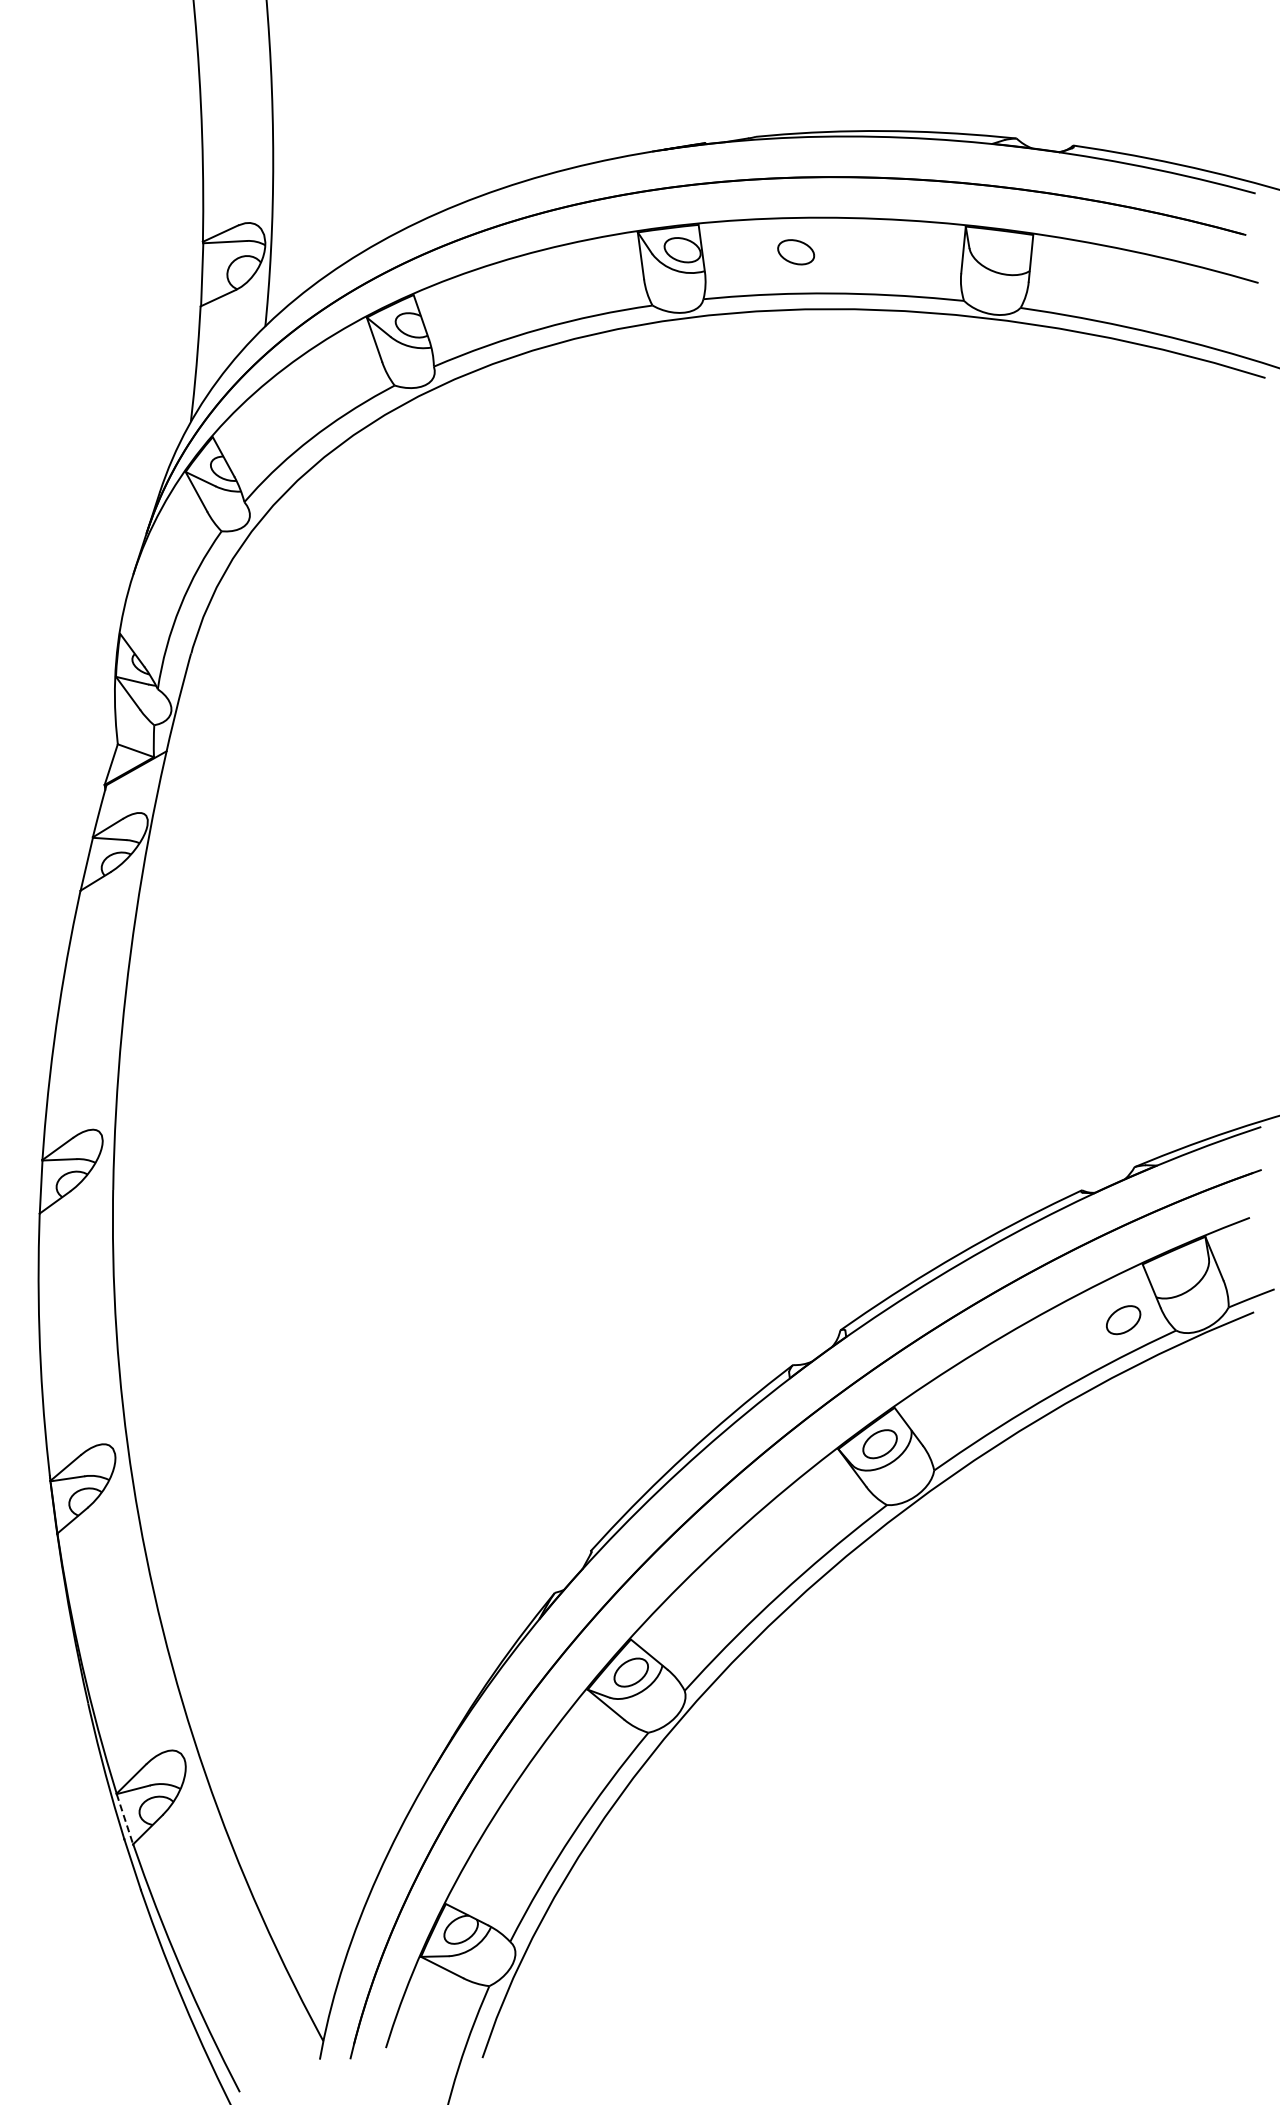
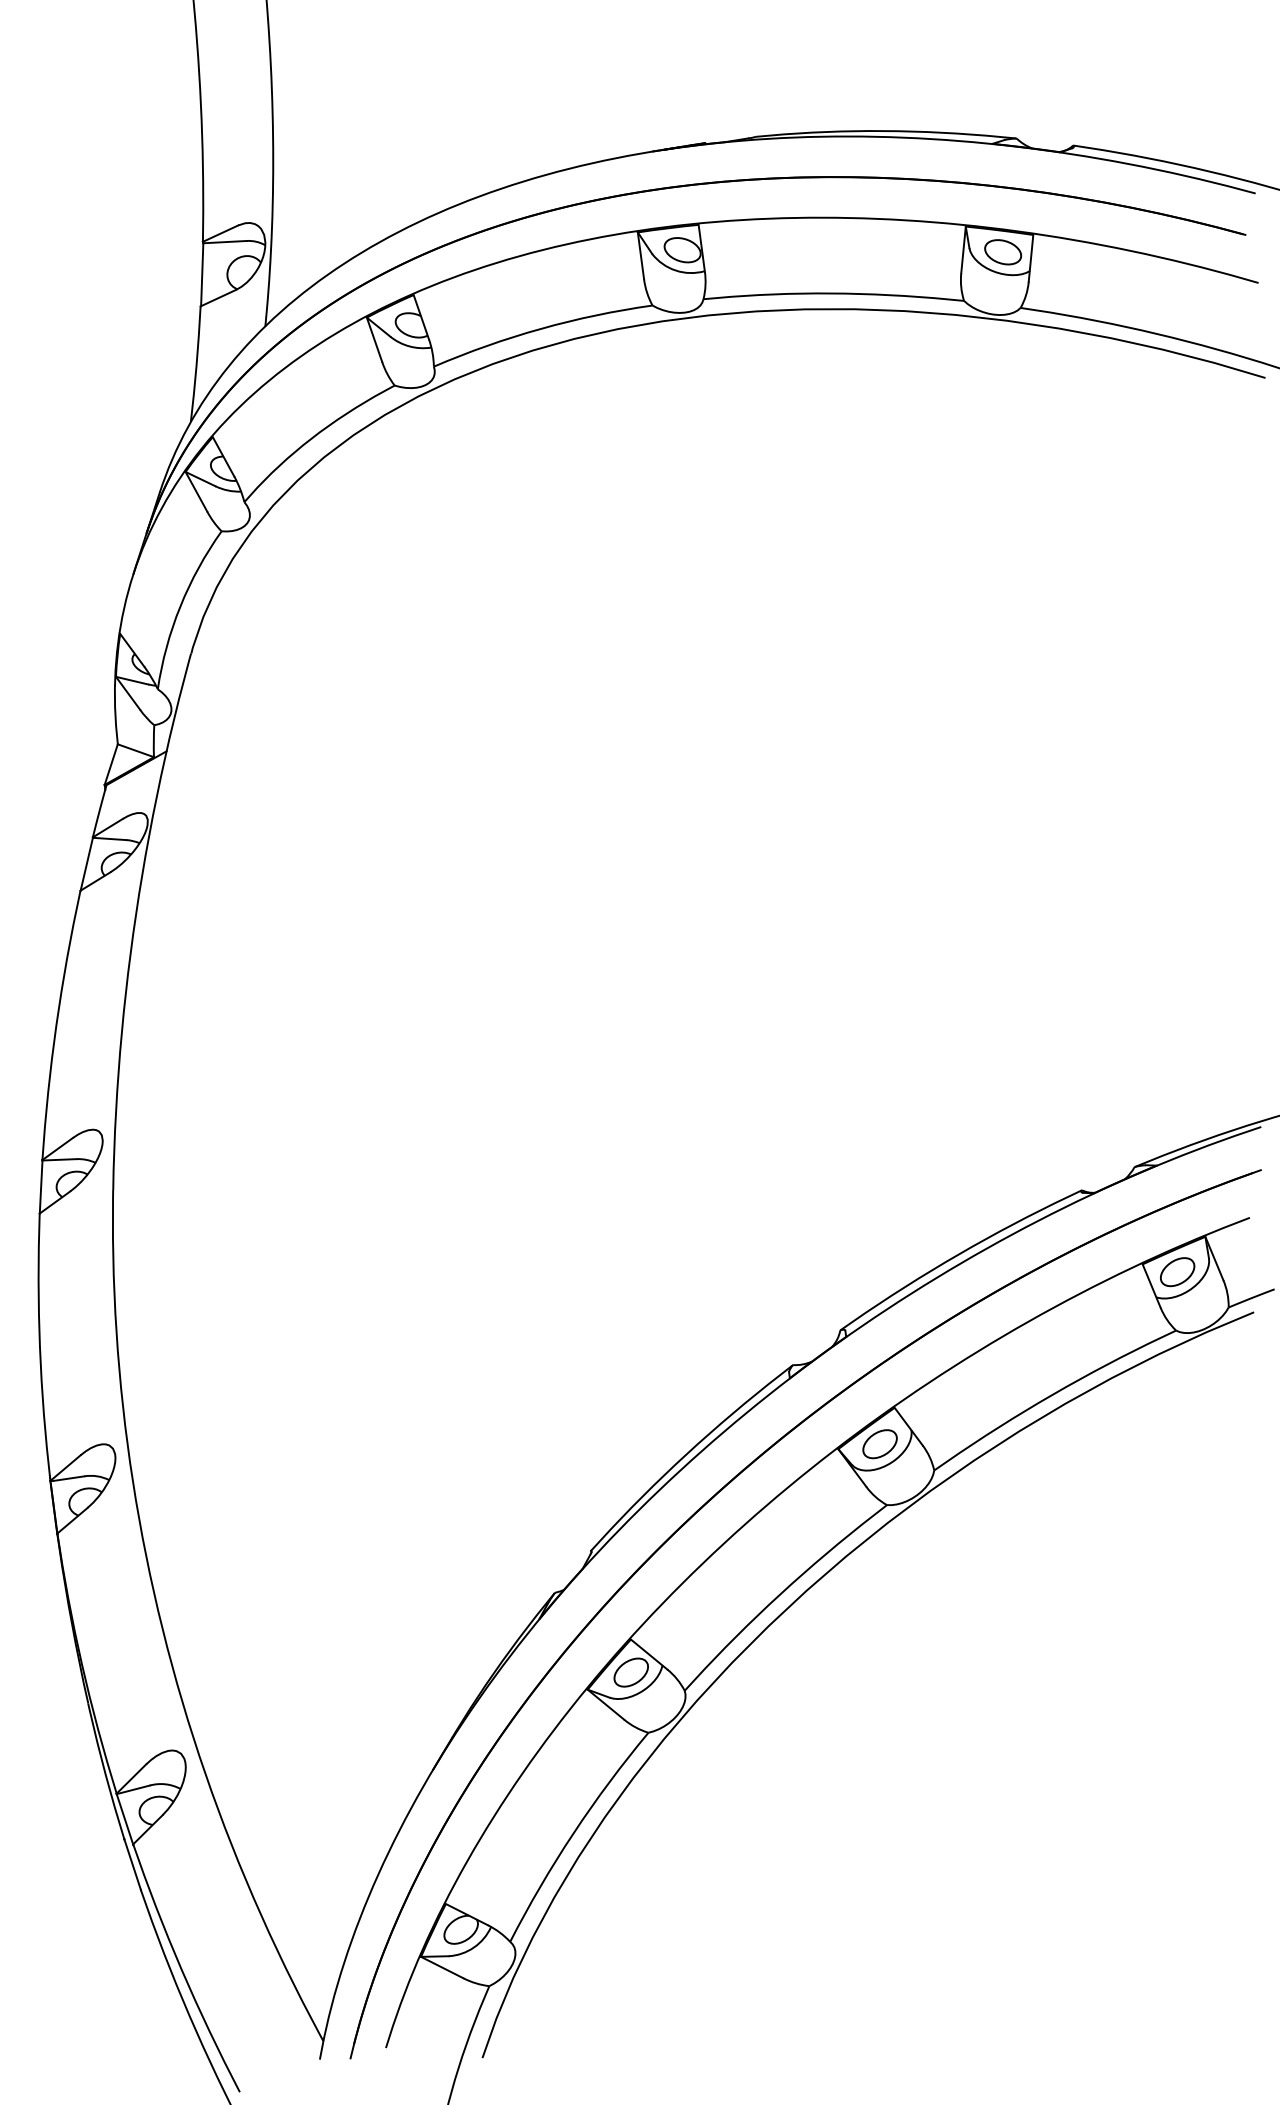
part at (796, 252) position: (796, 252) -> (1003, 252)
part at (1123, 1320) position: (1123, 1320) -> (1177, 1272)
line at (125, 1819): dashed -> solid
